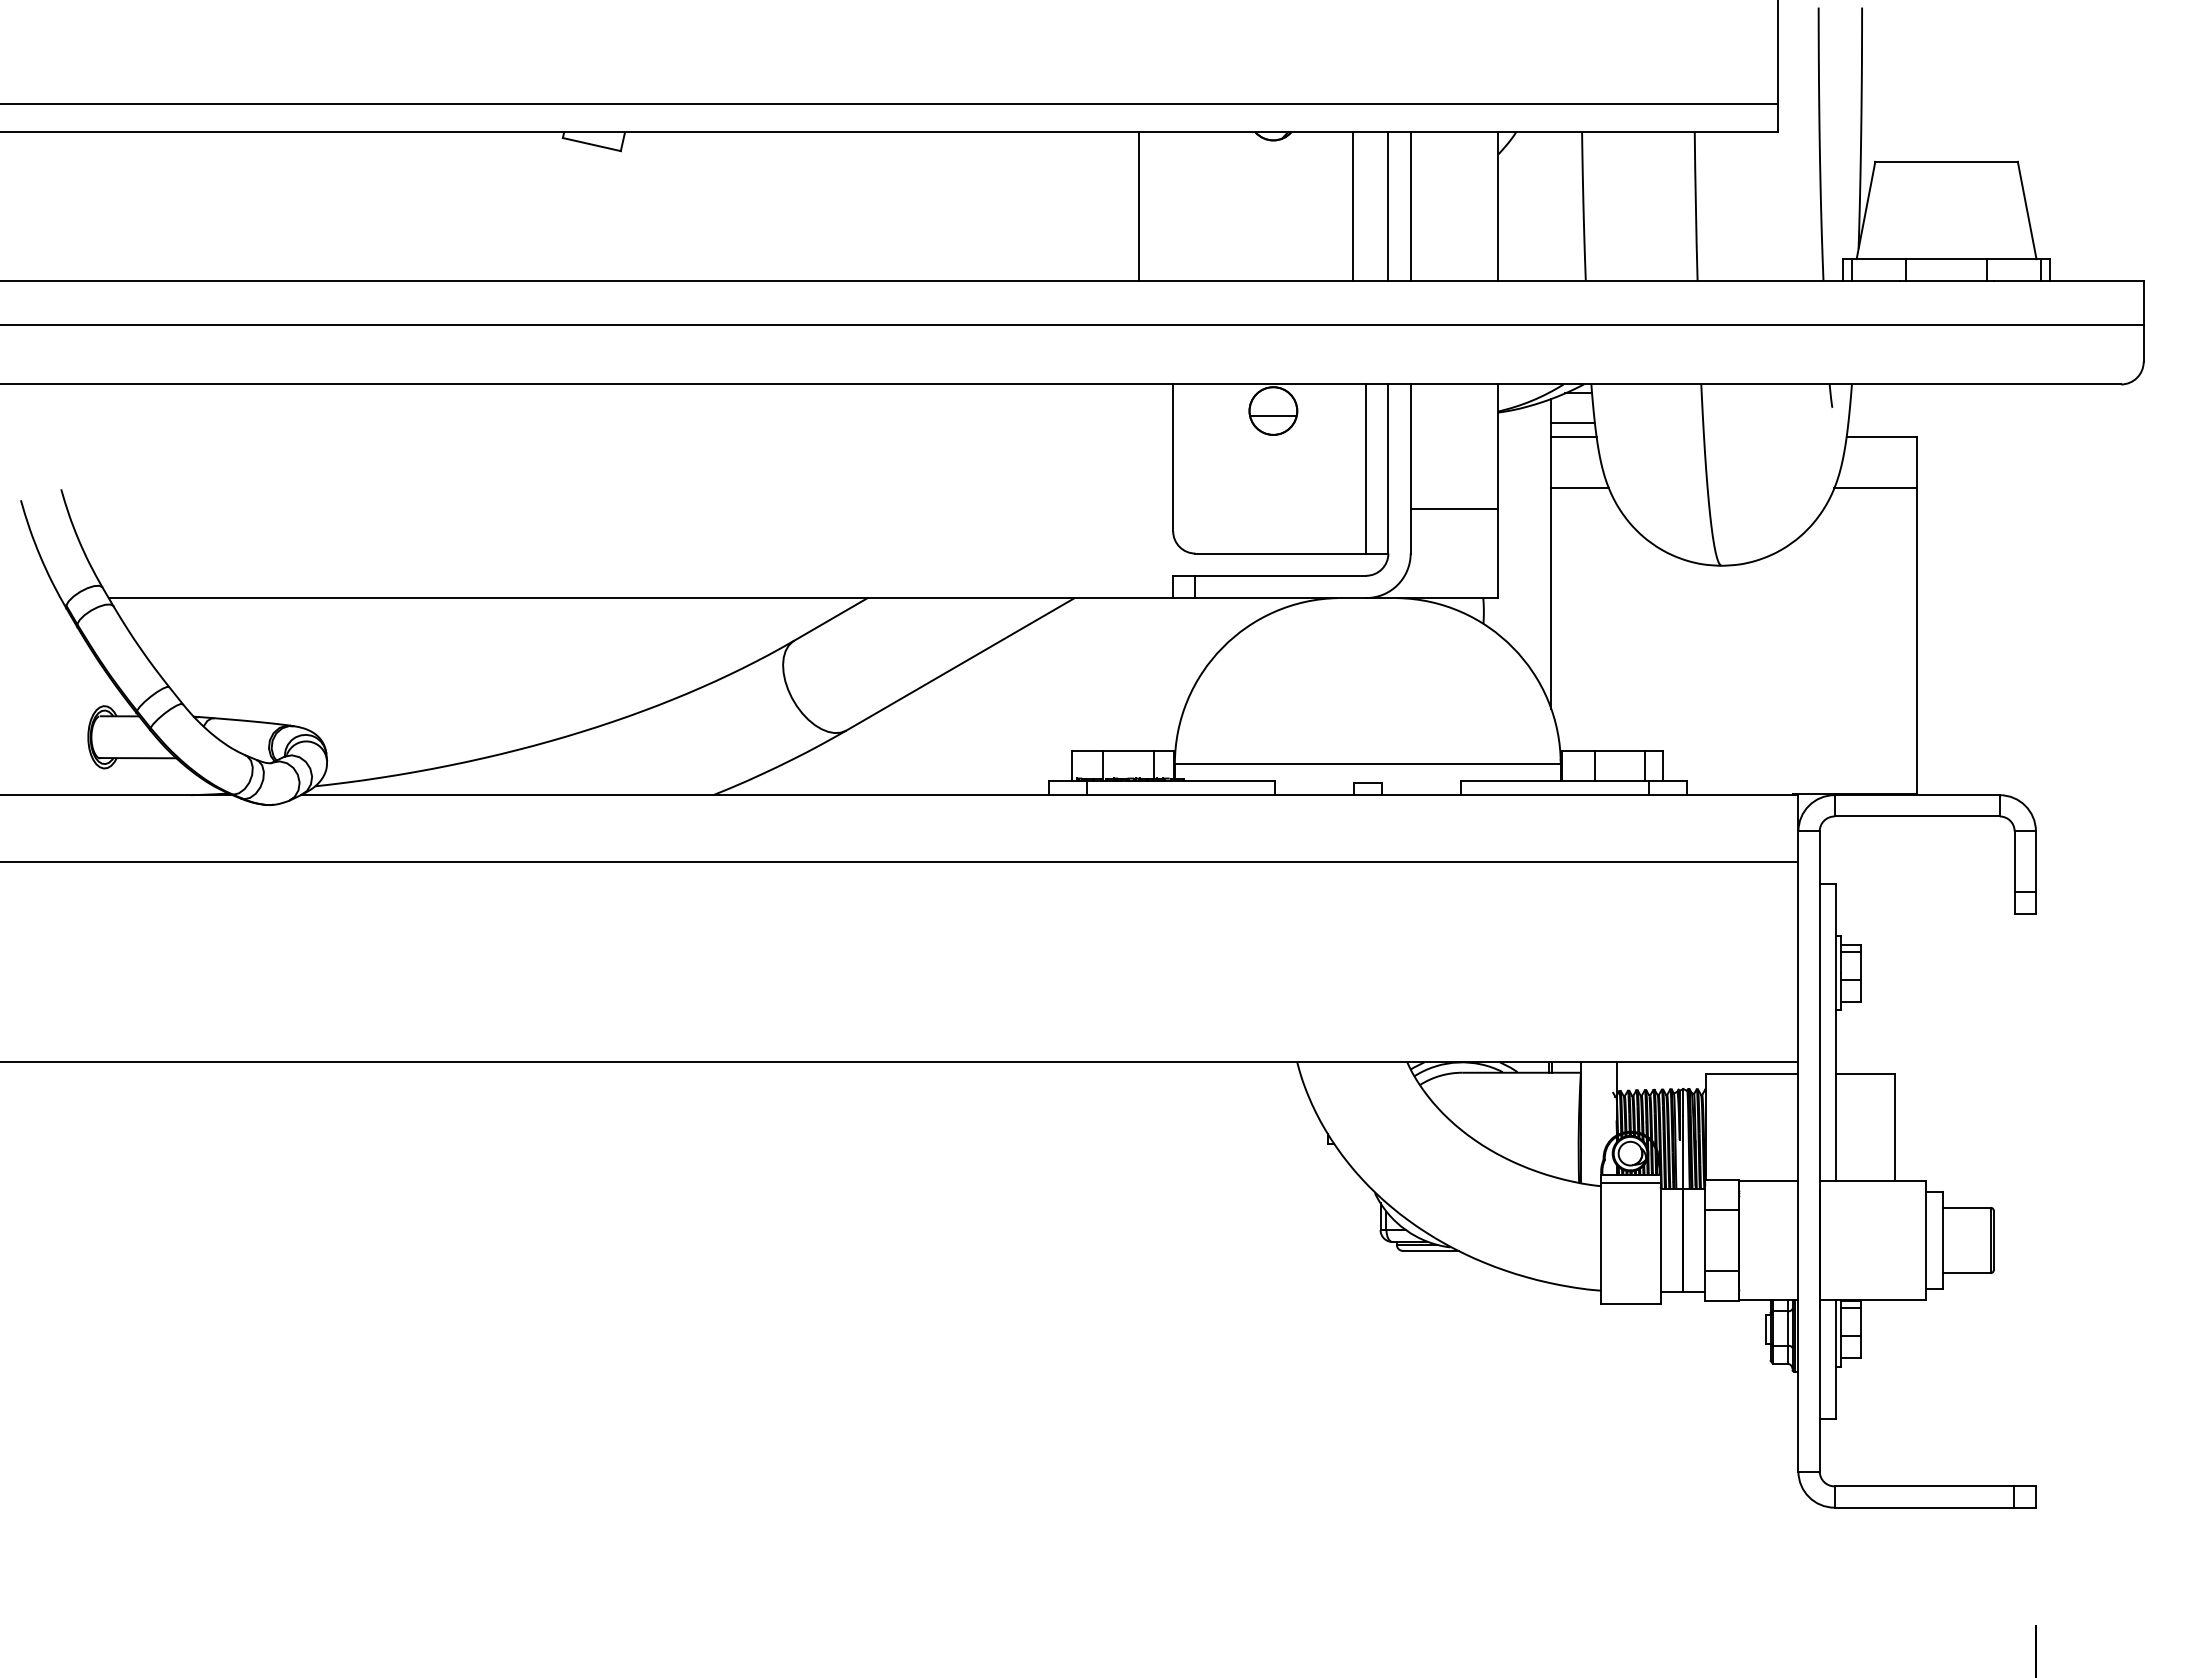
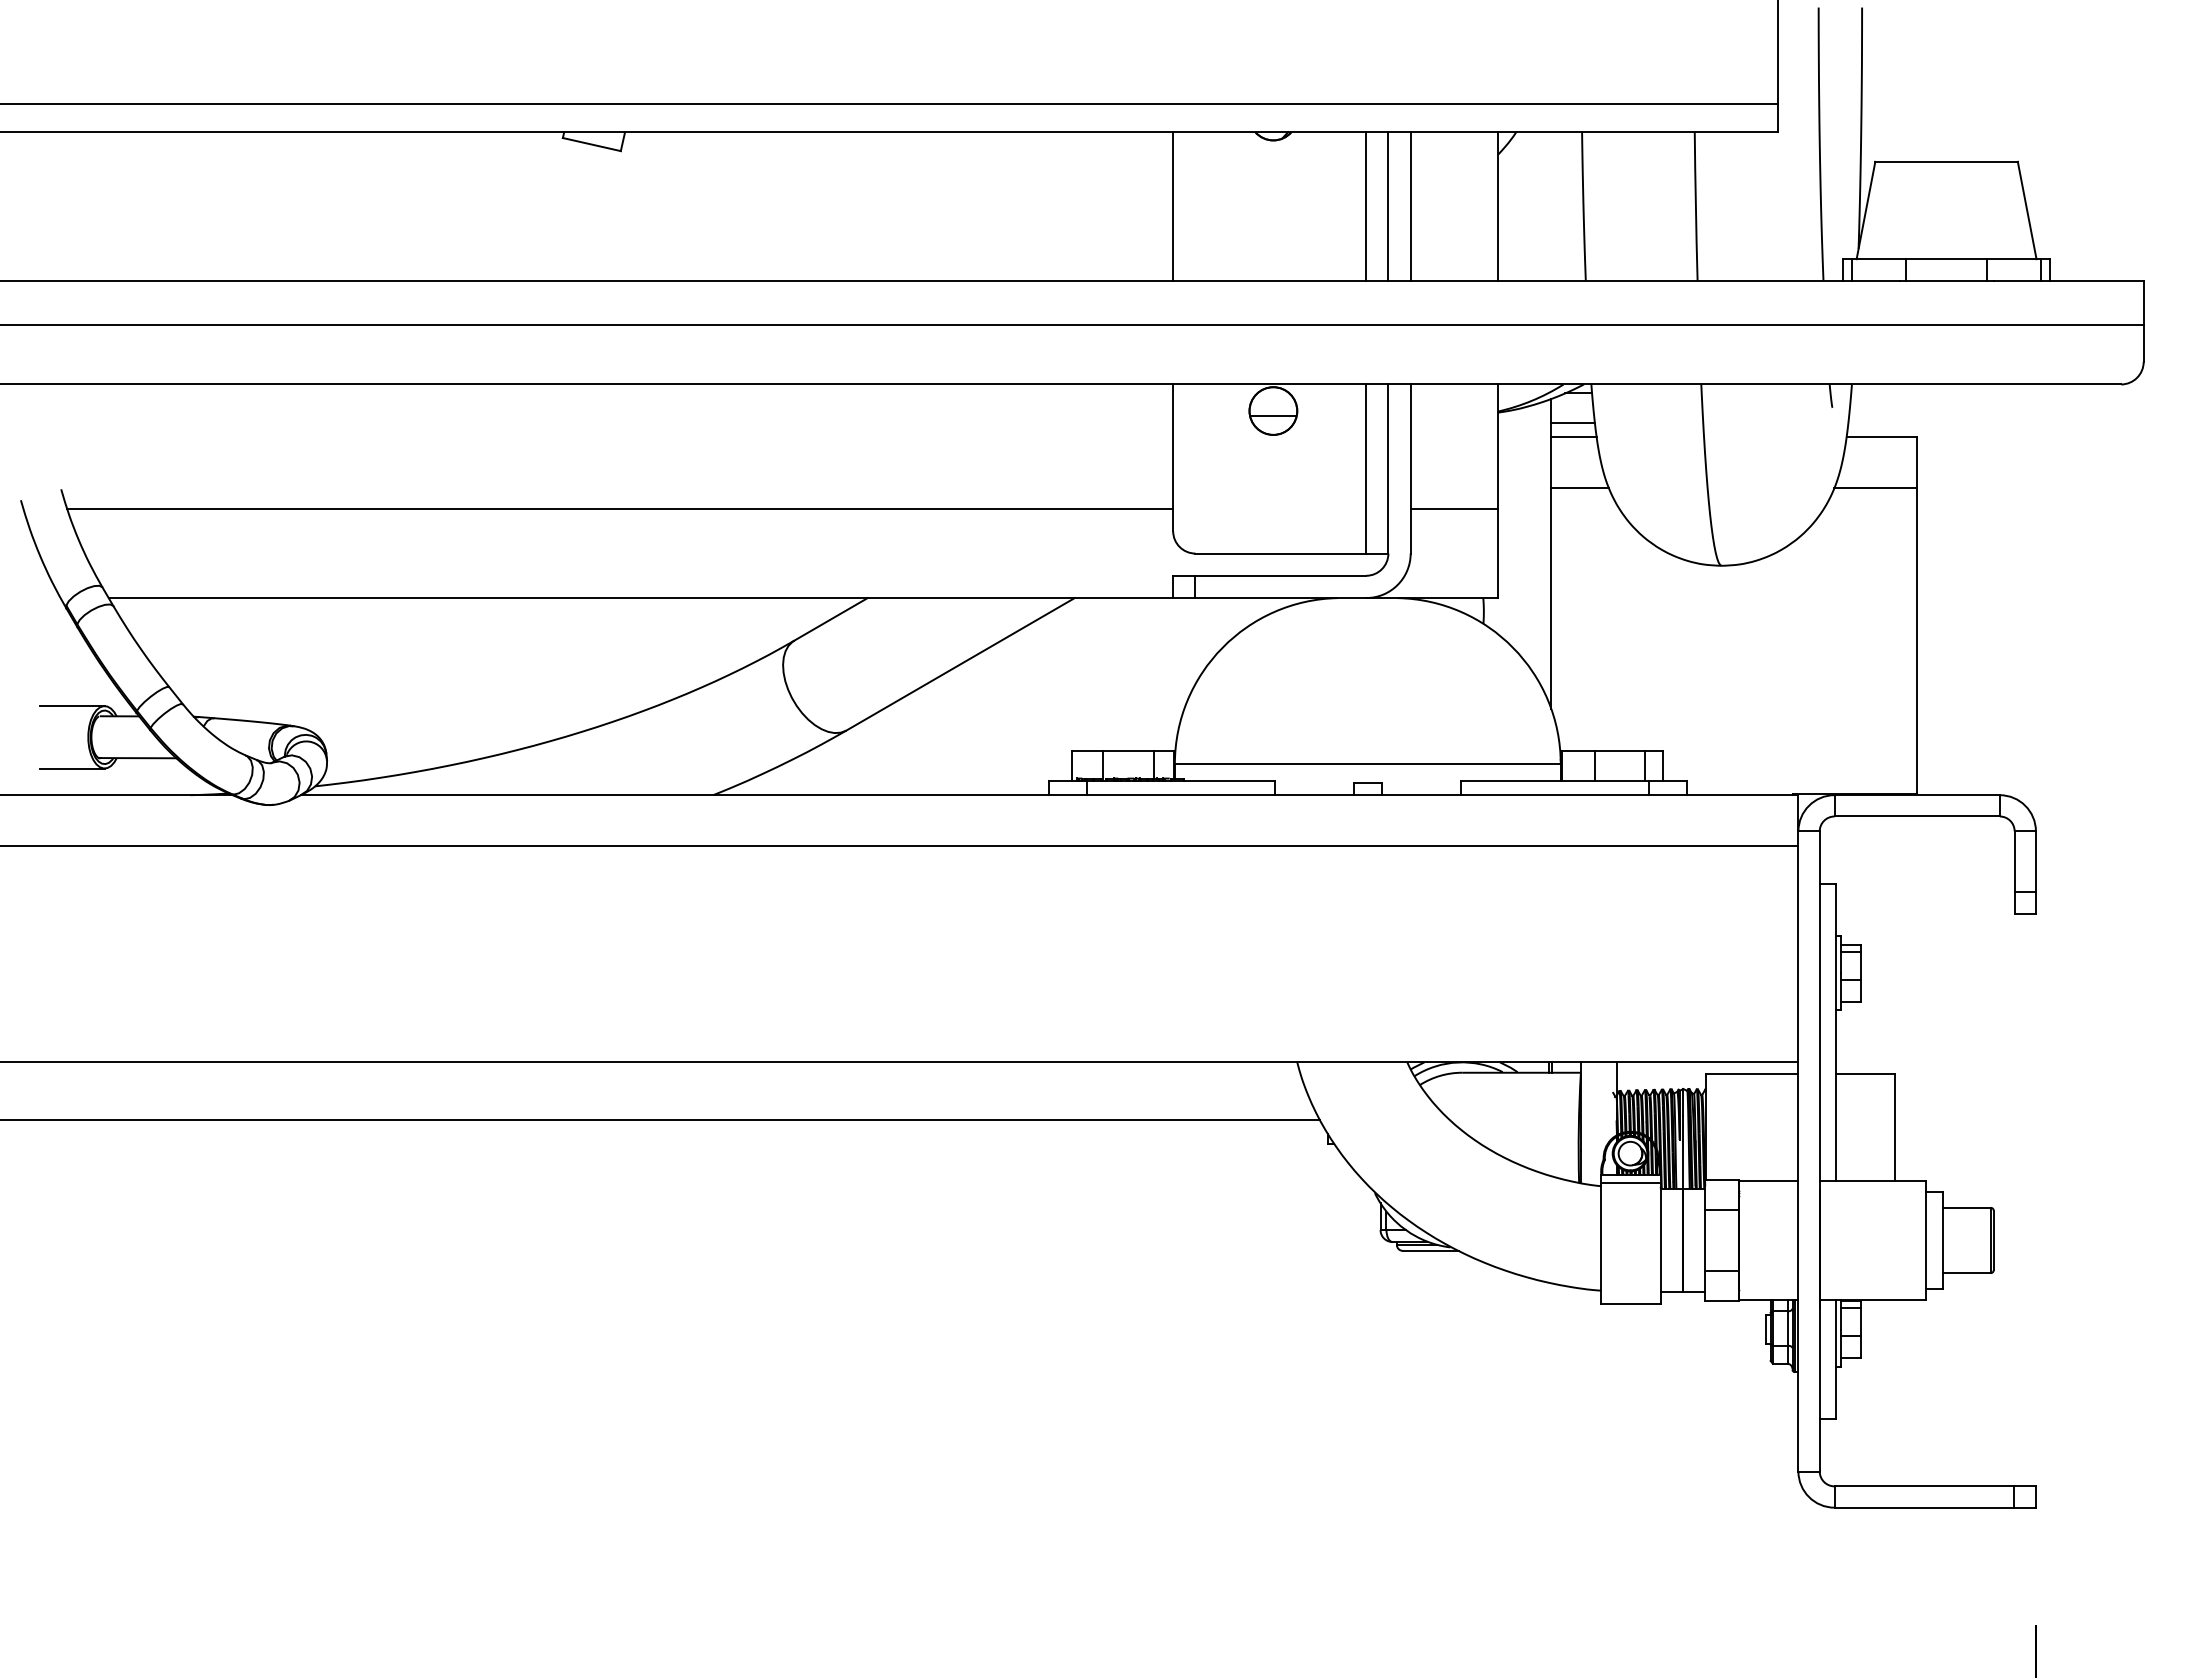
line at (1139, 206) position: (1139, 206) -> (1173, 206)
line at (1353, 206) position: (1353, 206) -> (1366, 206)
line at (620, 509): none -> present
line at (71, 706): none -> present
line at (71, 768): none -> present
line at (900, 862) position: (900, 862) -> (900, 846)
line at (661, 1120): none -> present
